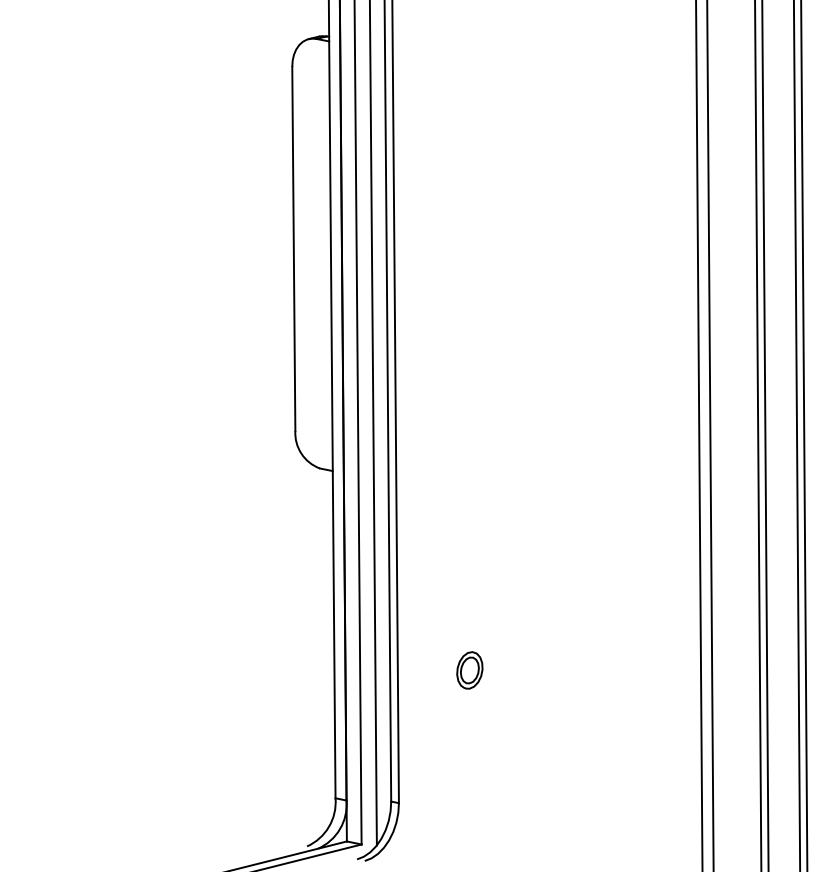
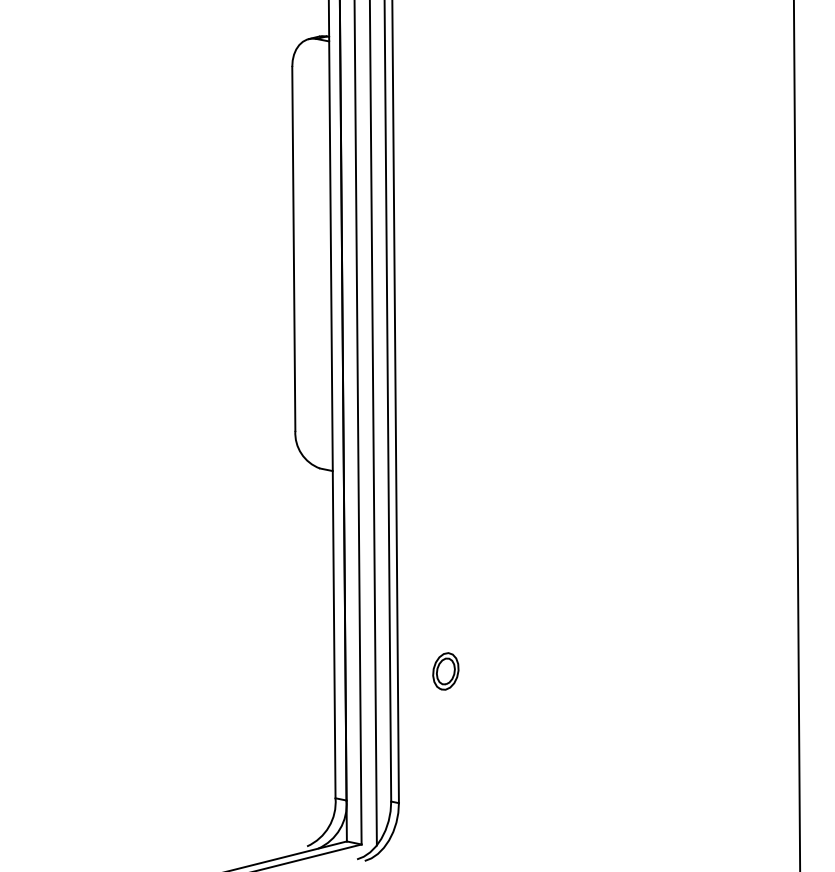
line at (699, 435): present -> none
line at (710, 435): present -> none
line at (758, 435): present -> none
line at (765, 435): present -> none
line at (804, 435): present -> none
part at (469, 670) position: (469, 670) -> (445, 671)
